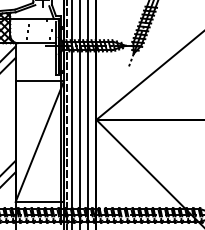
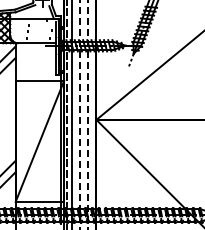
line at (80, 114): solid -> dashed
line at (88, 114): solid -> dashed
